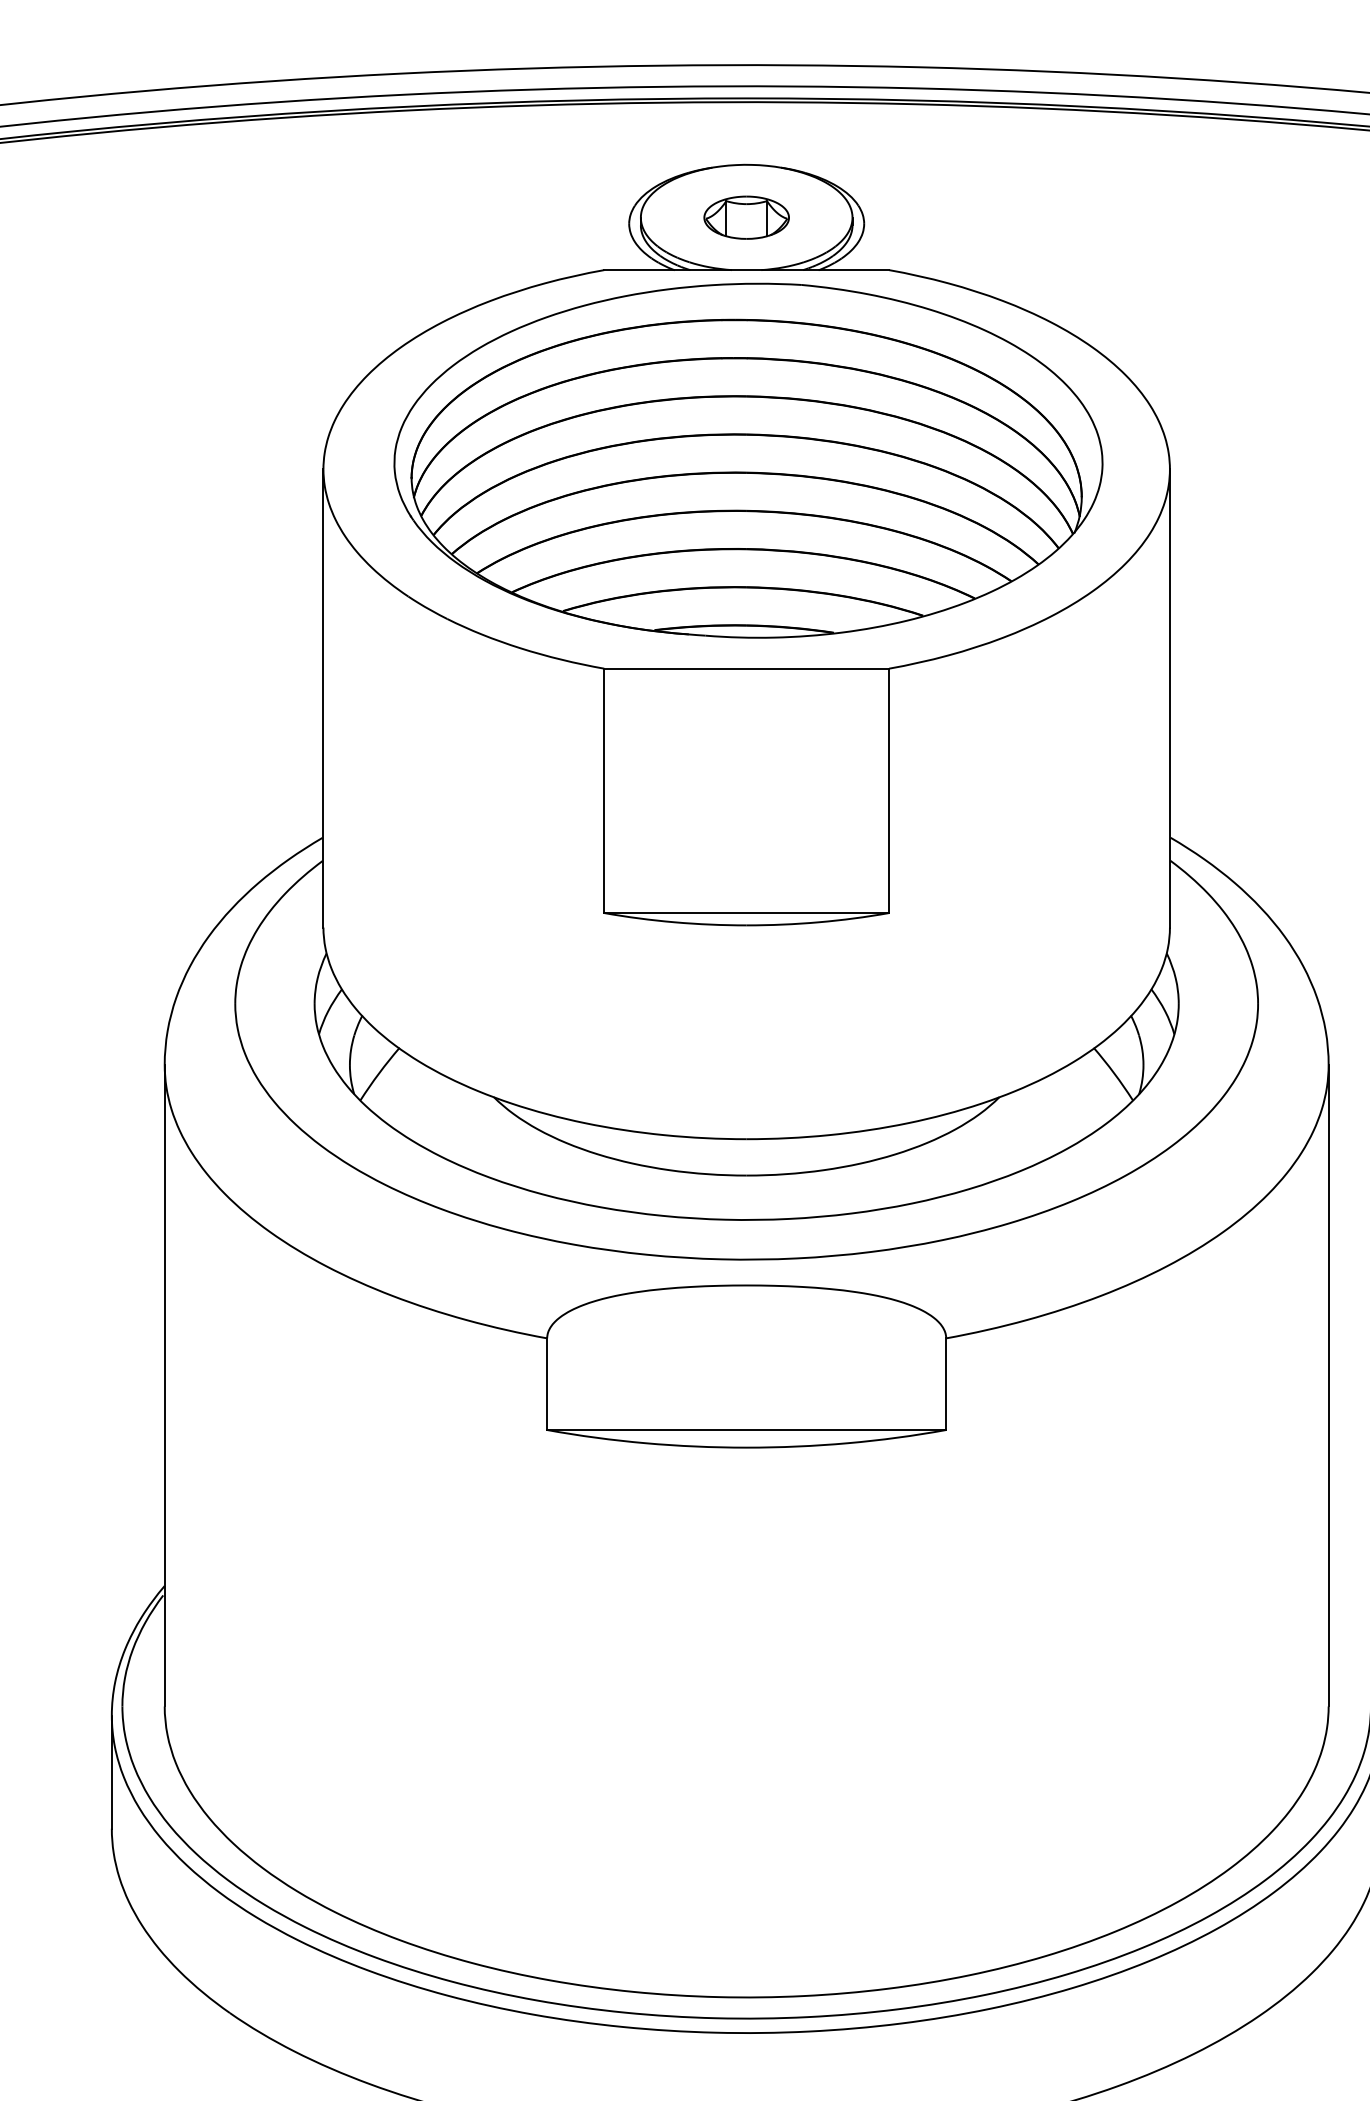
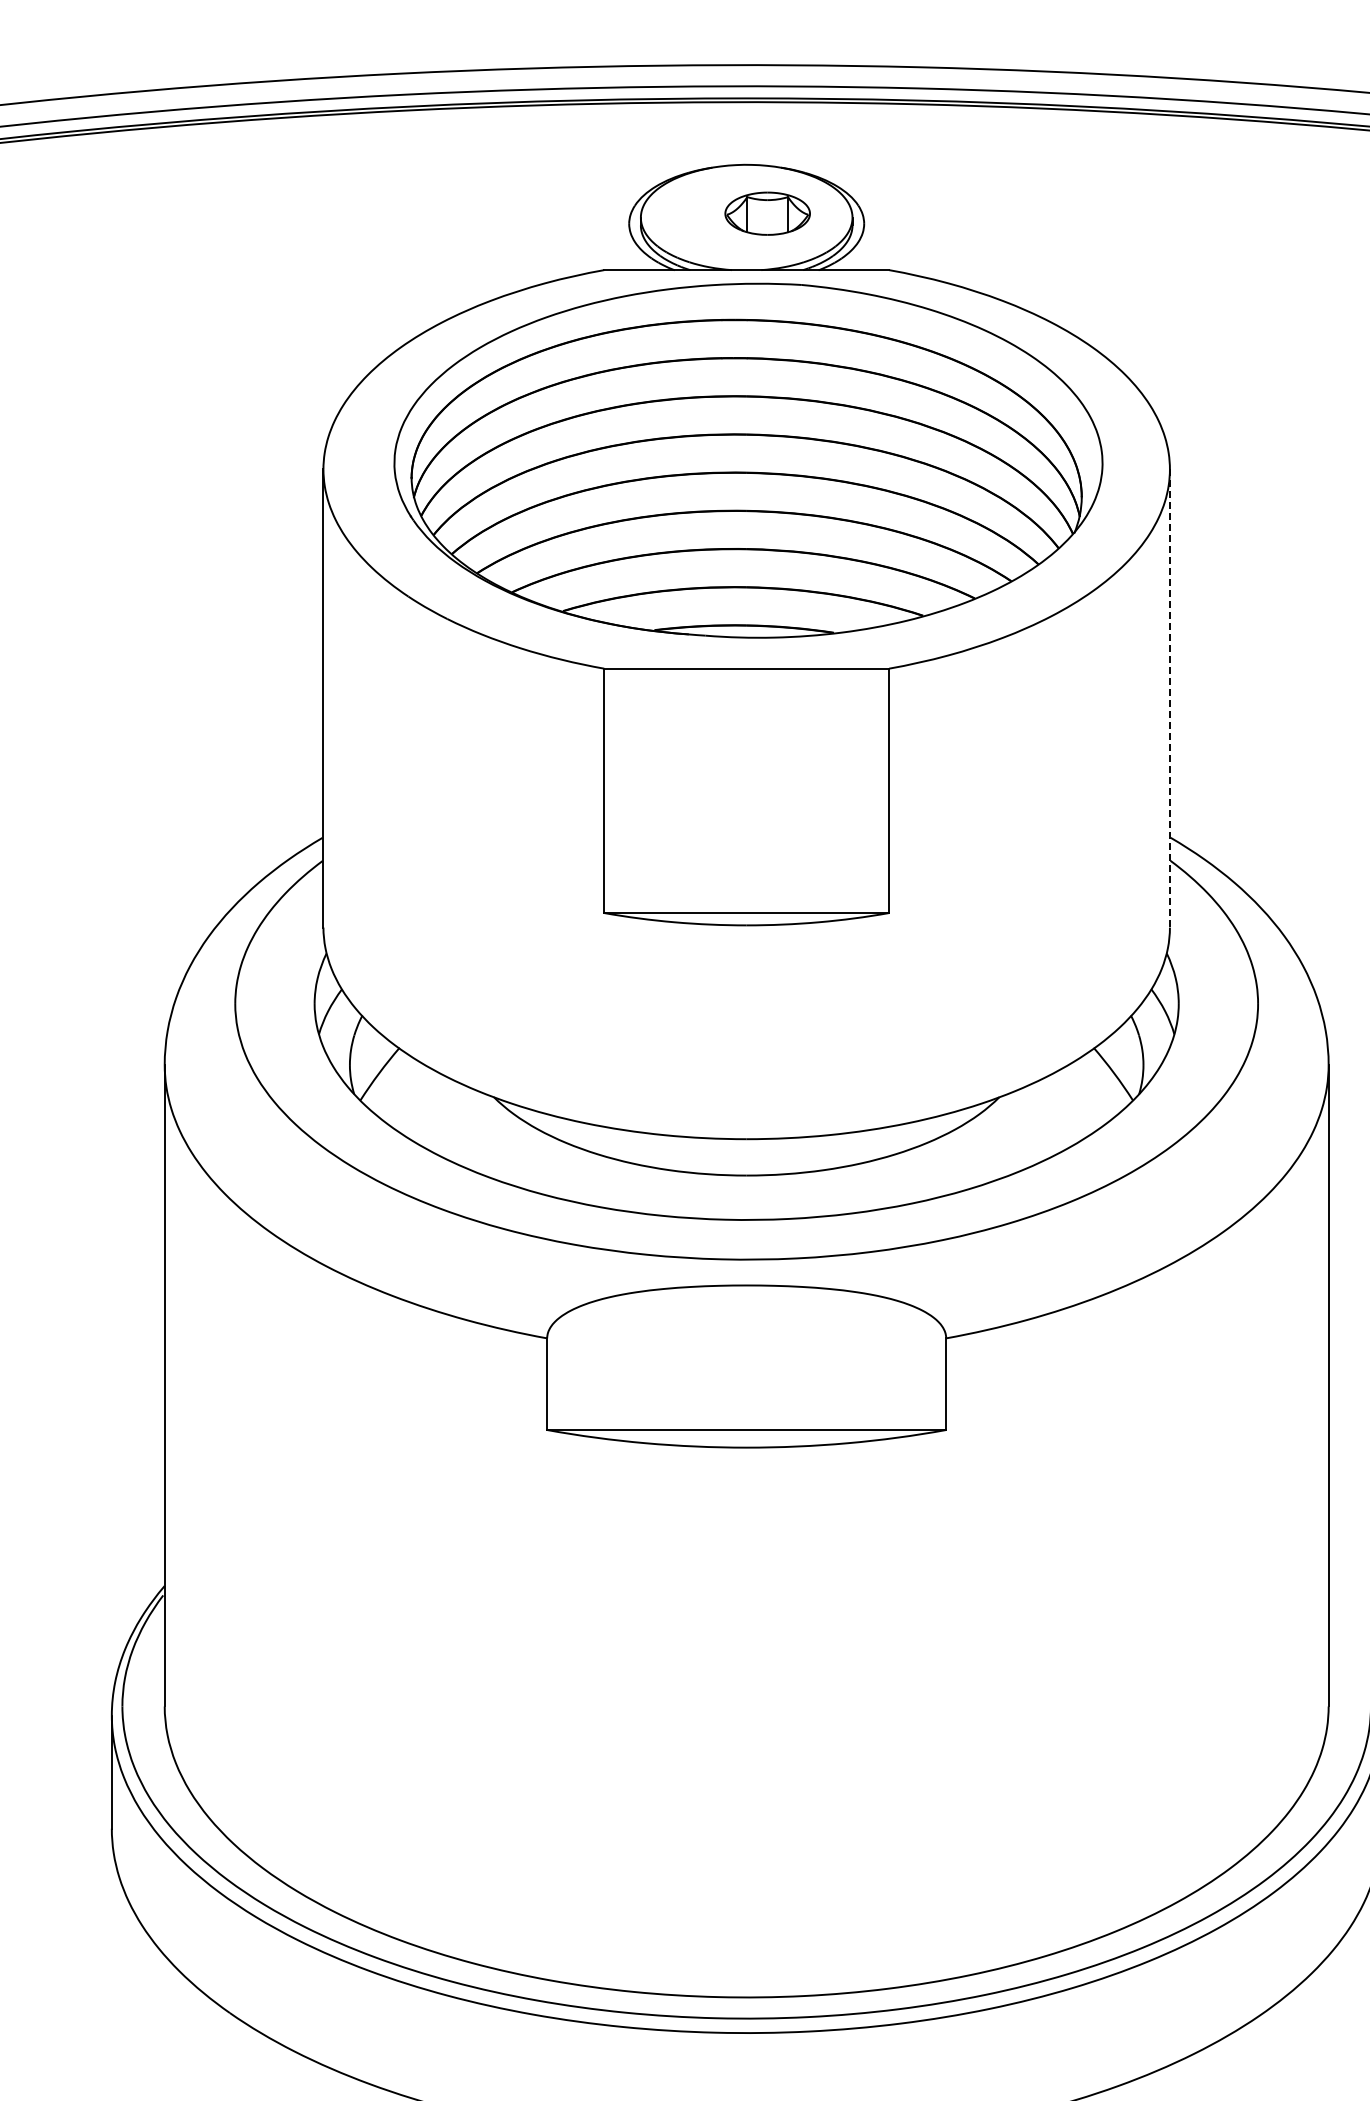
part at (746, 217) position: (746, 217) -> (767, 213)
line at (1169, 699): solid -> dashed
